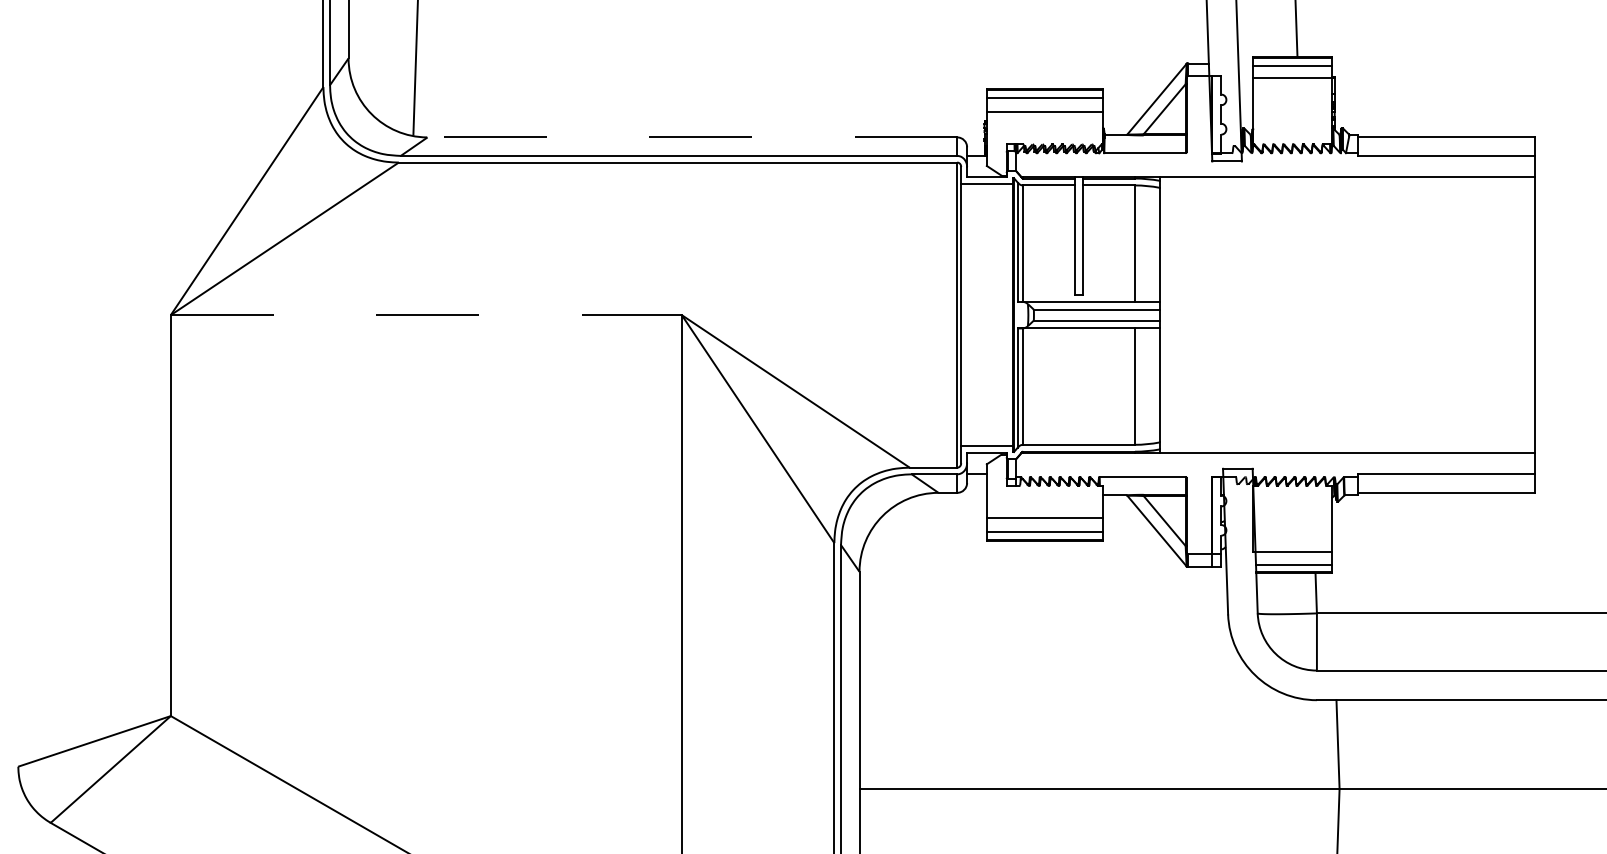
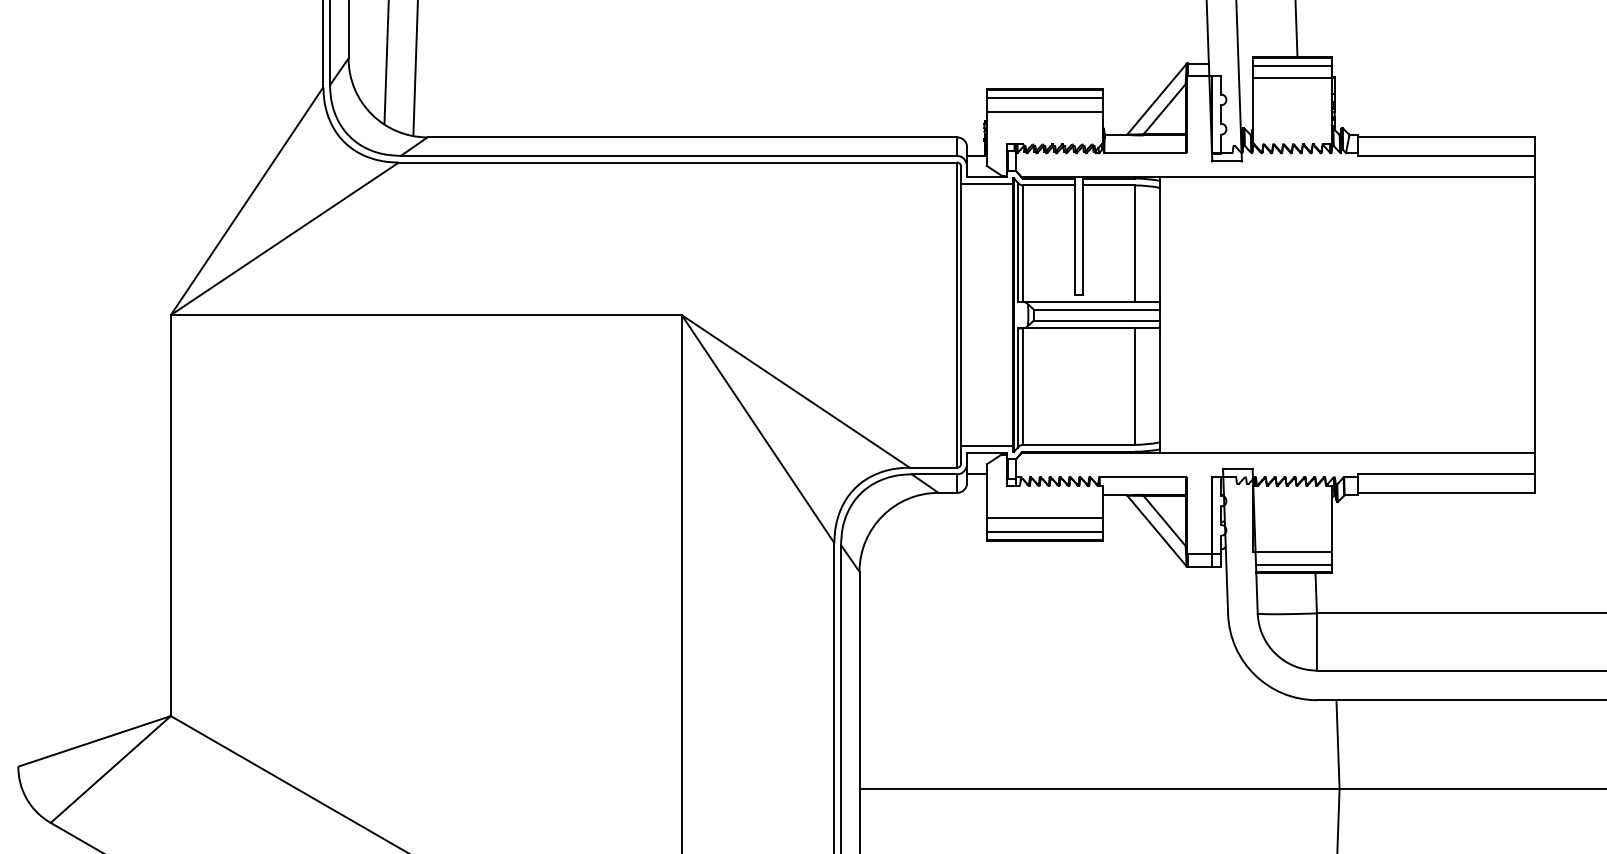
line at (386, 62): none -> present
line at (692, 137): dashed -> solid
line at (426, 315): dashed -> solid
